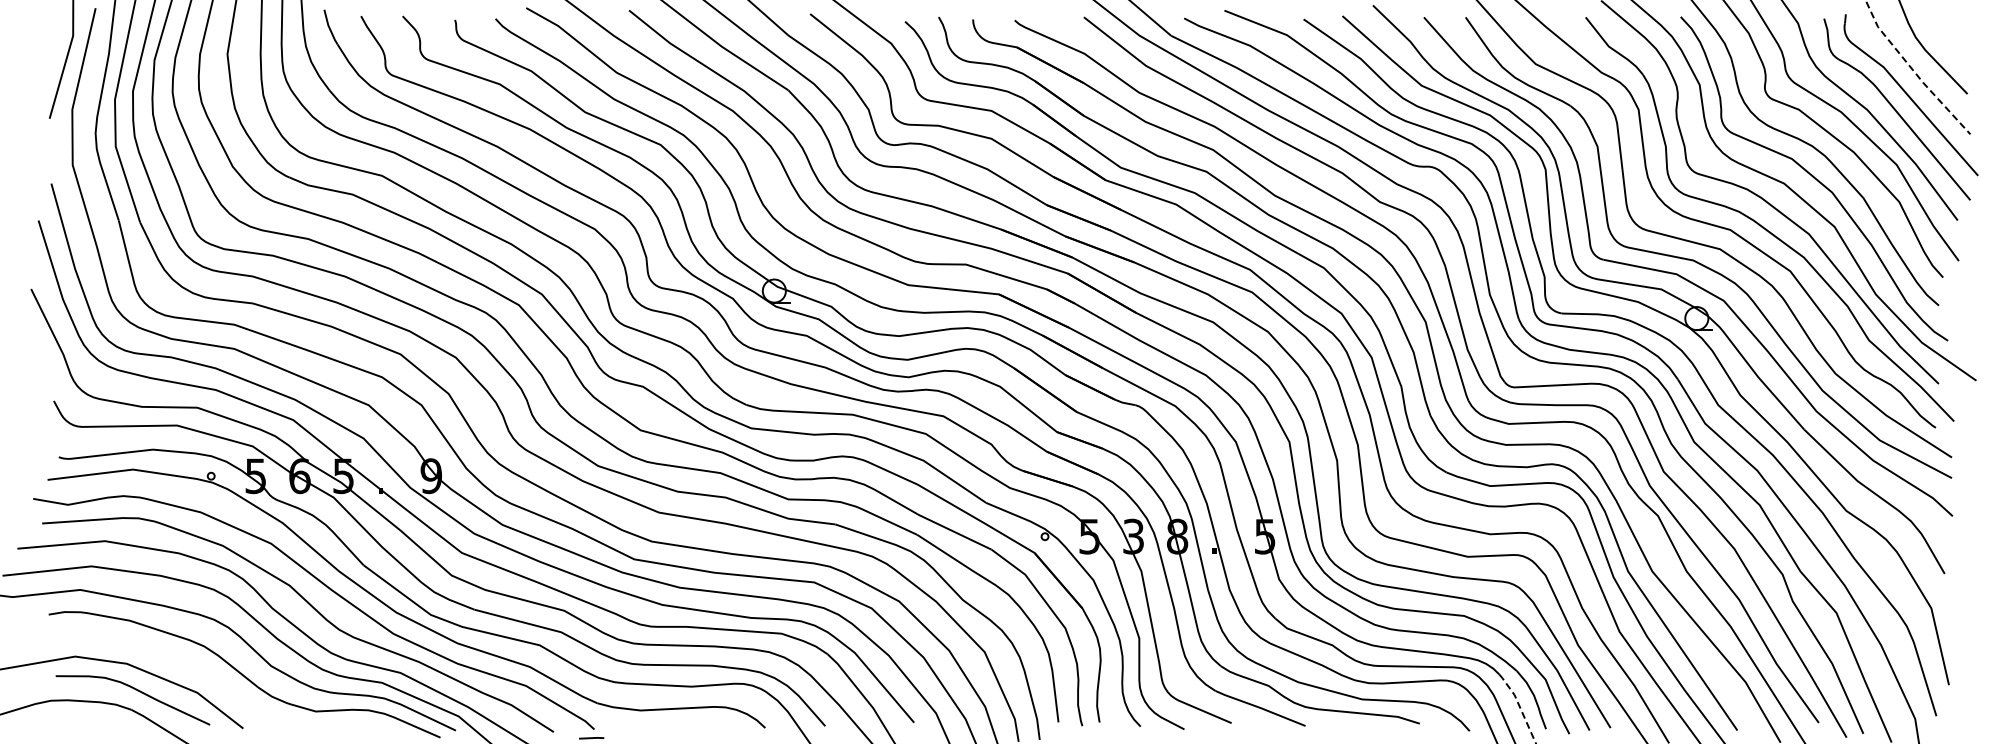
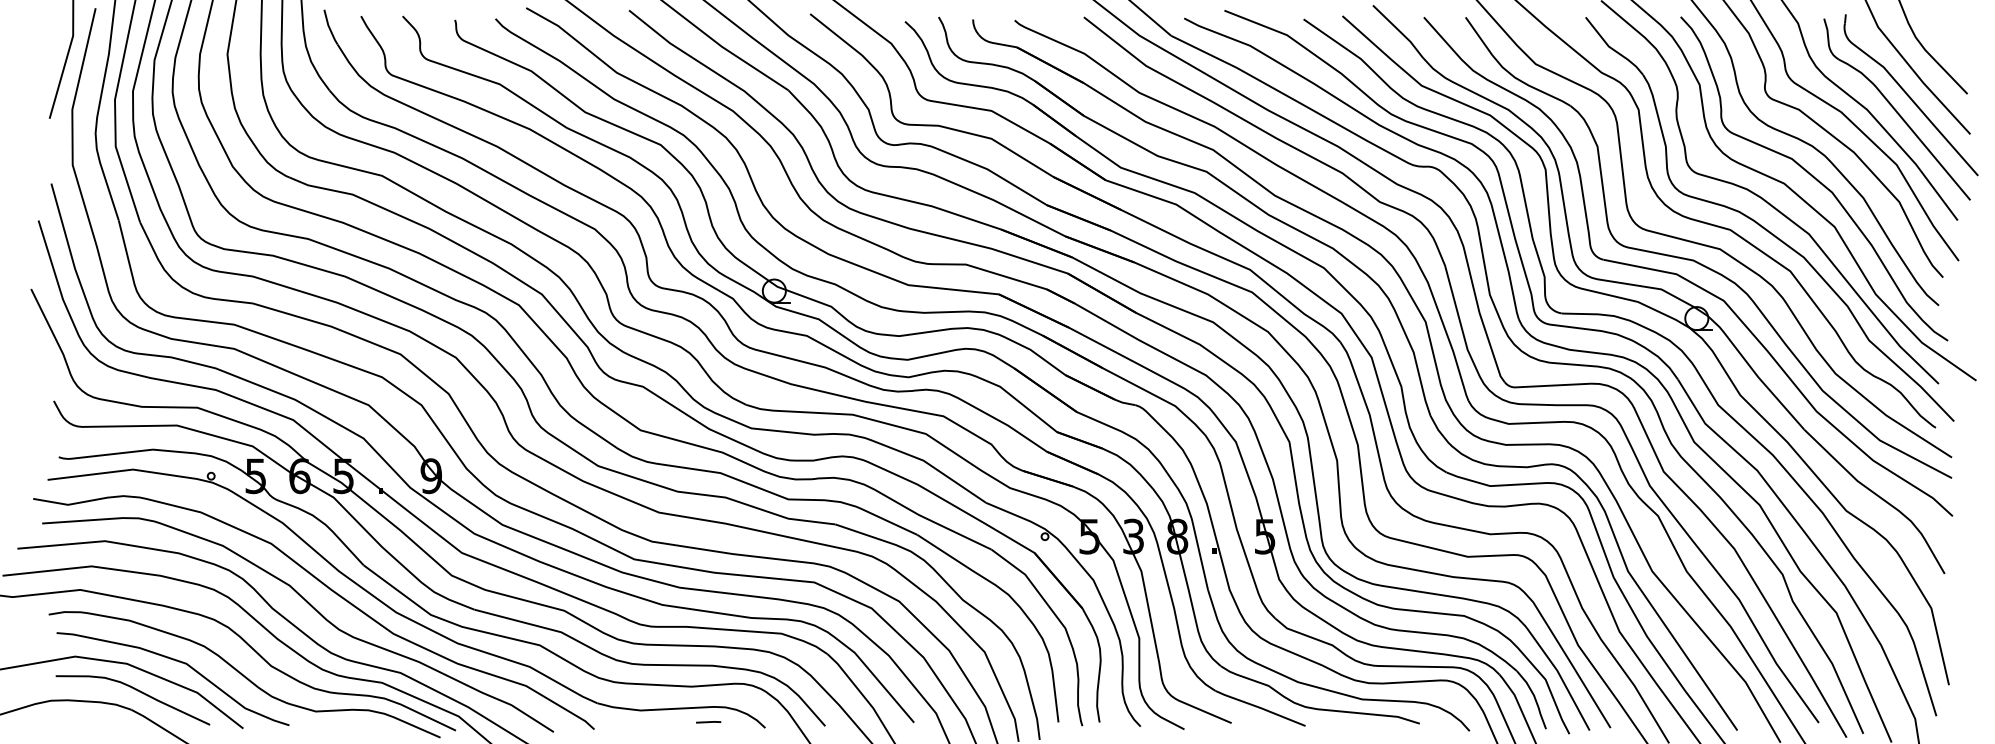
line at (1913, 71): dashed -> solid
curve at (176, 661): none -> present
line at (1519, 706): dashed -> solid
line at (591, 738) position: (591, 738) -> (708, 722)
